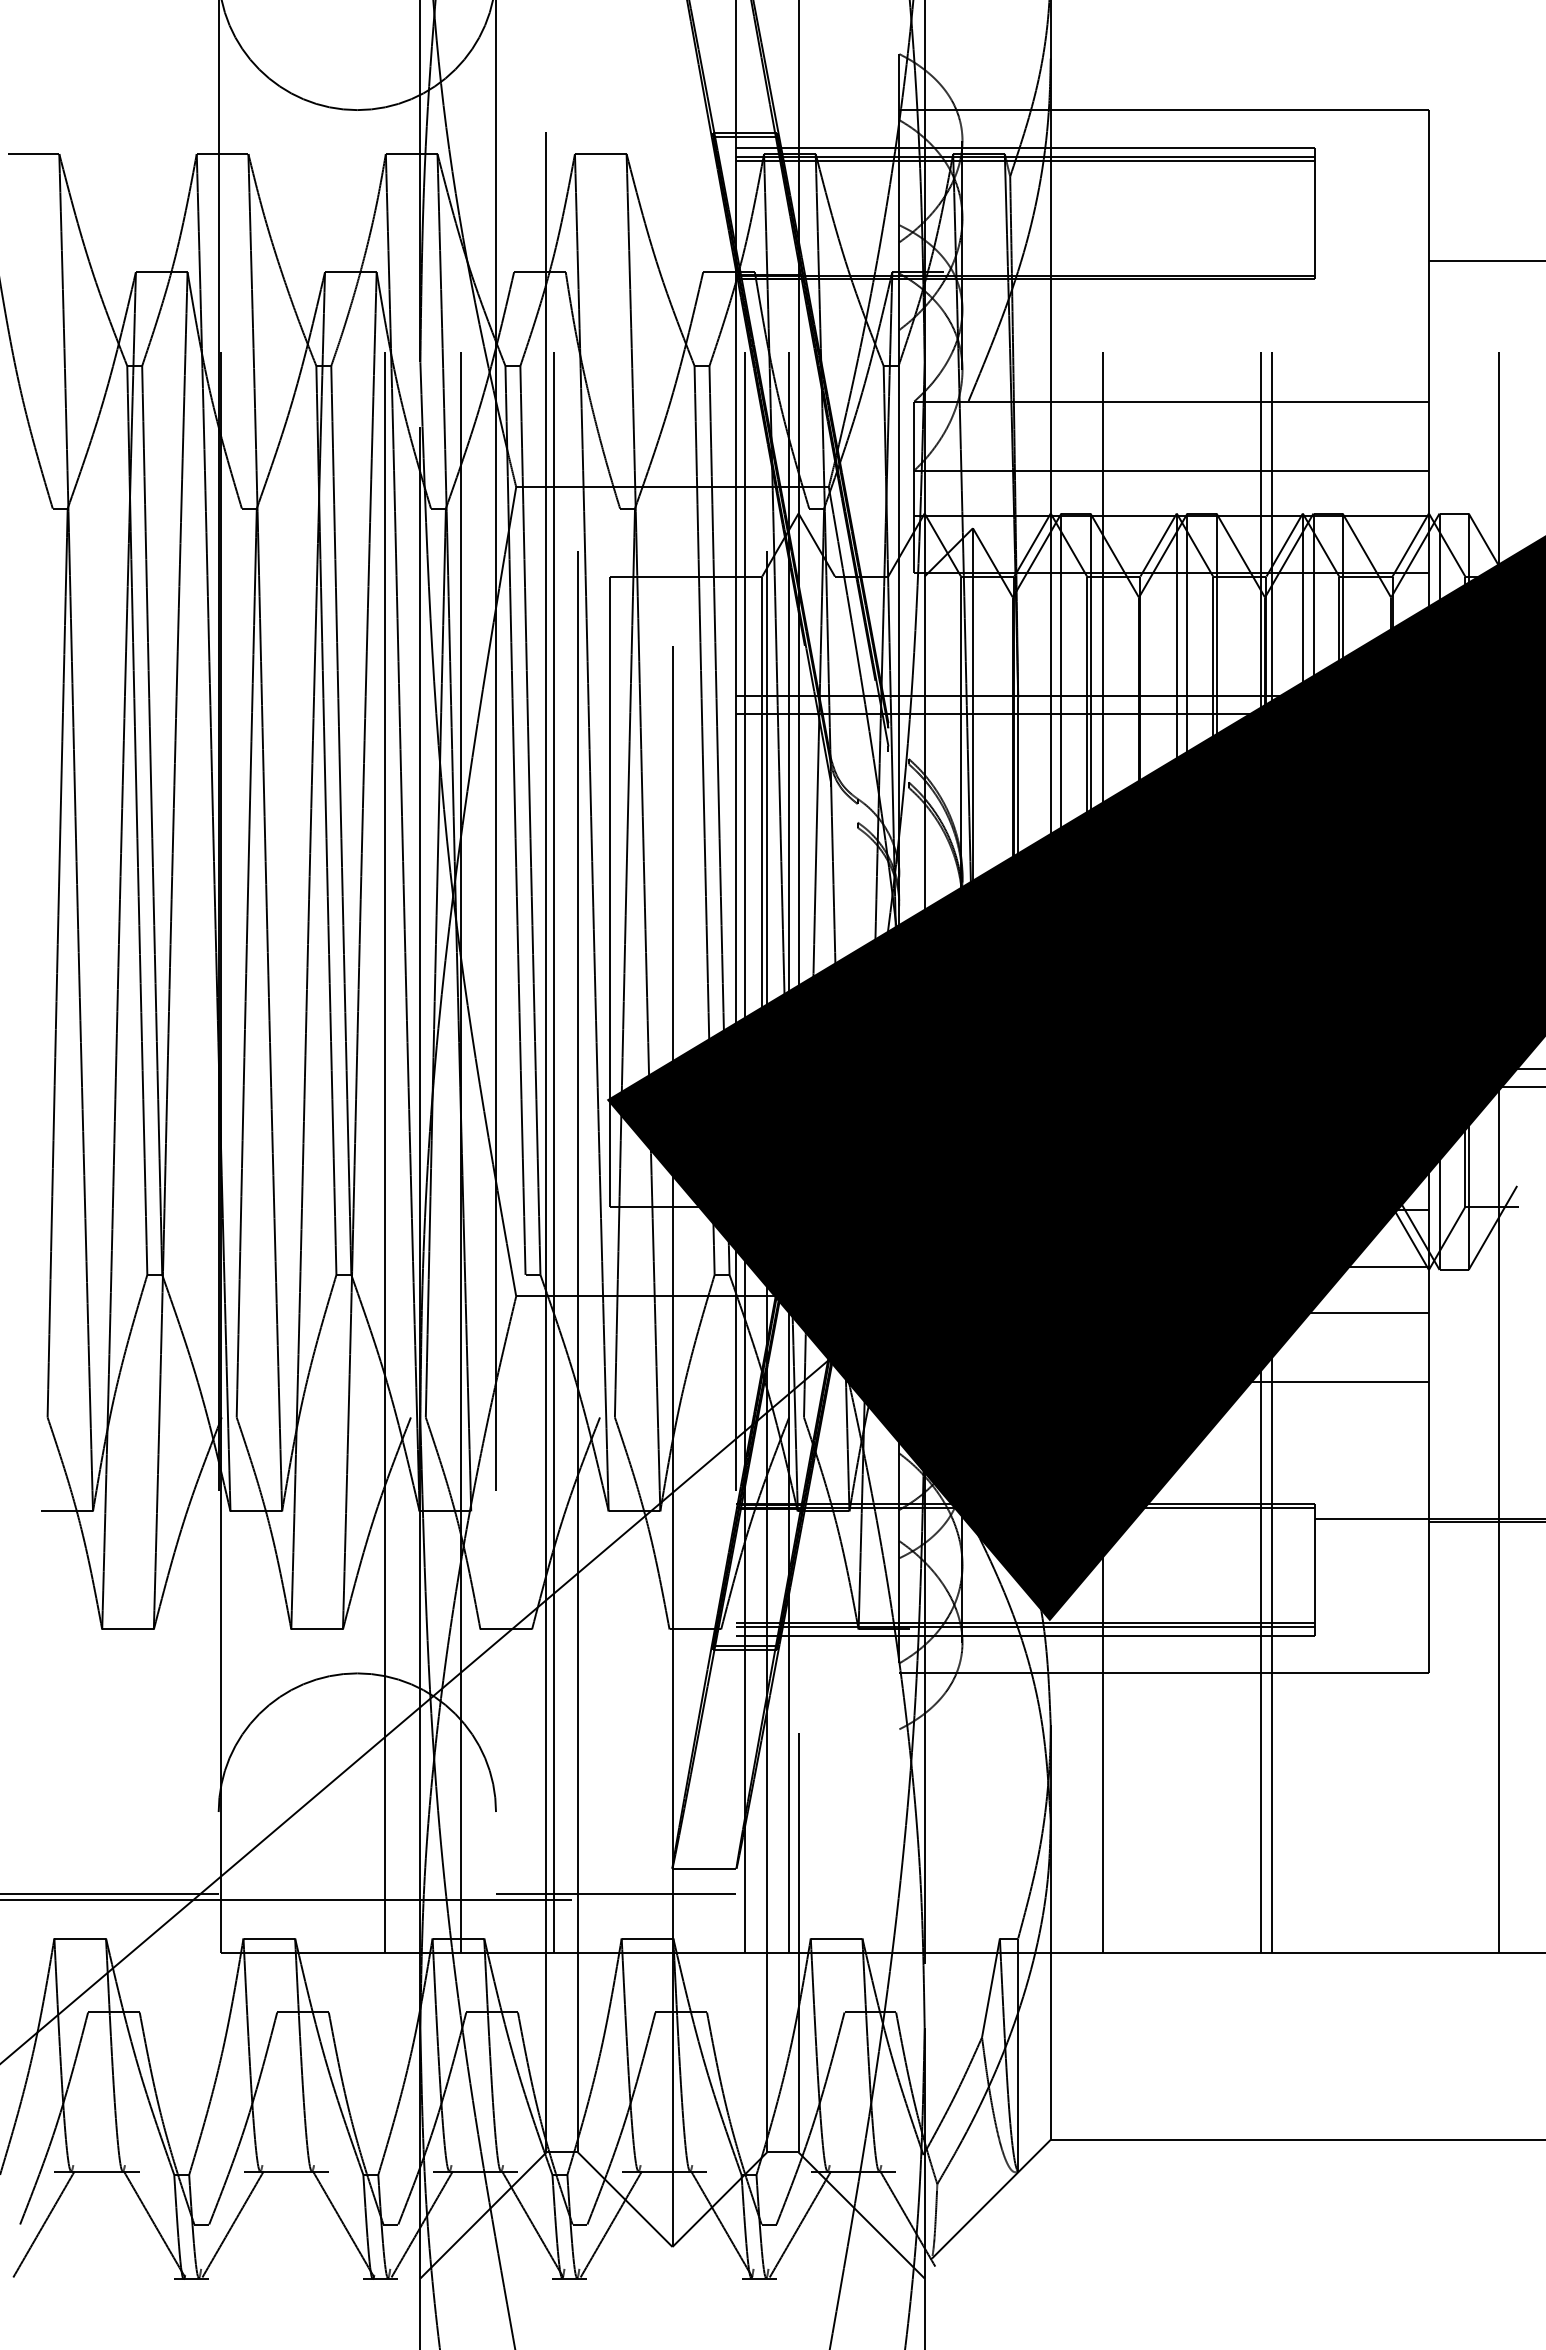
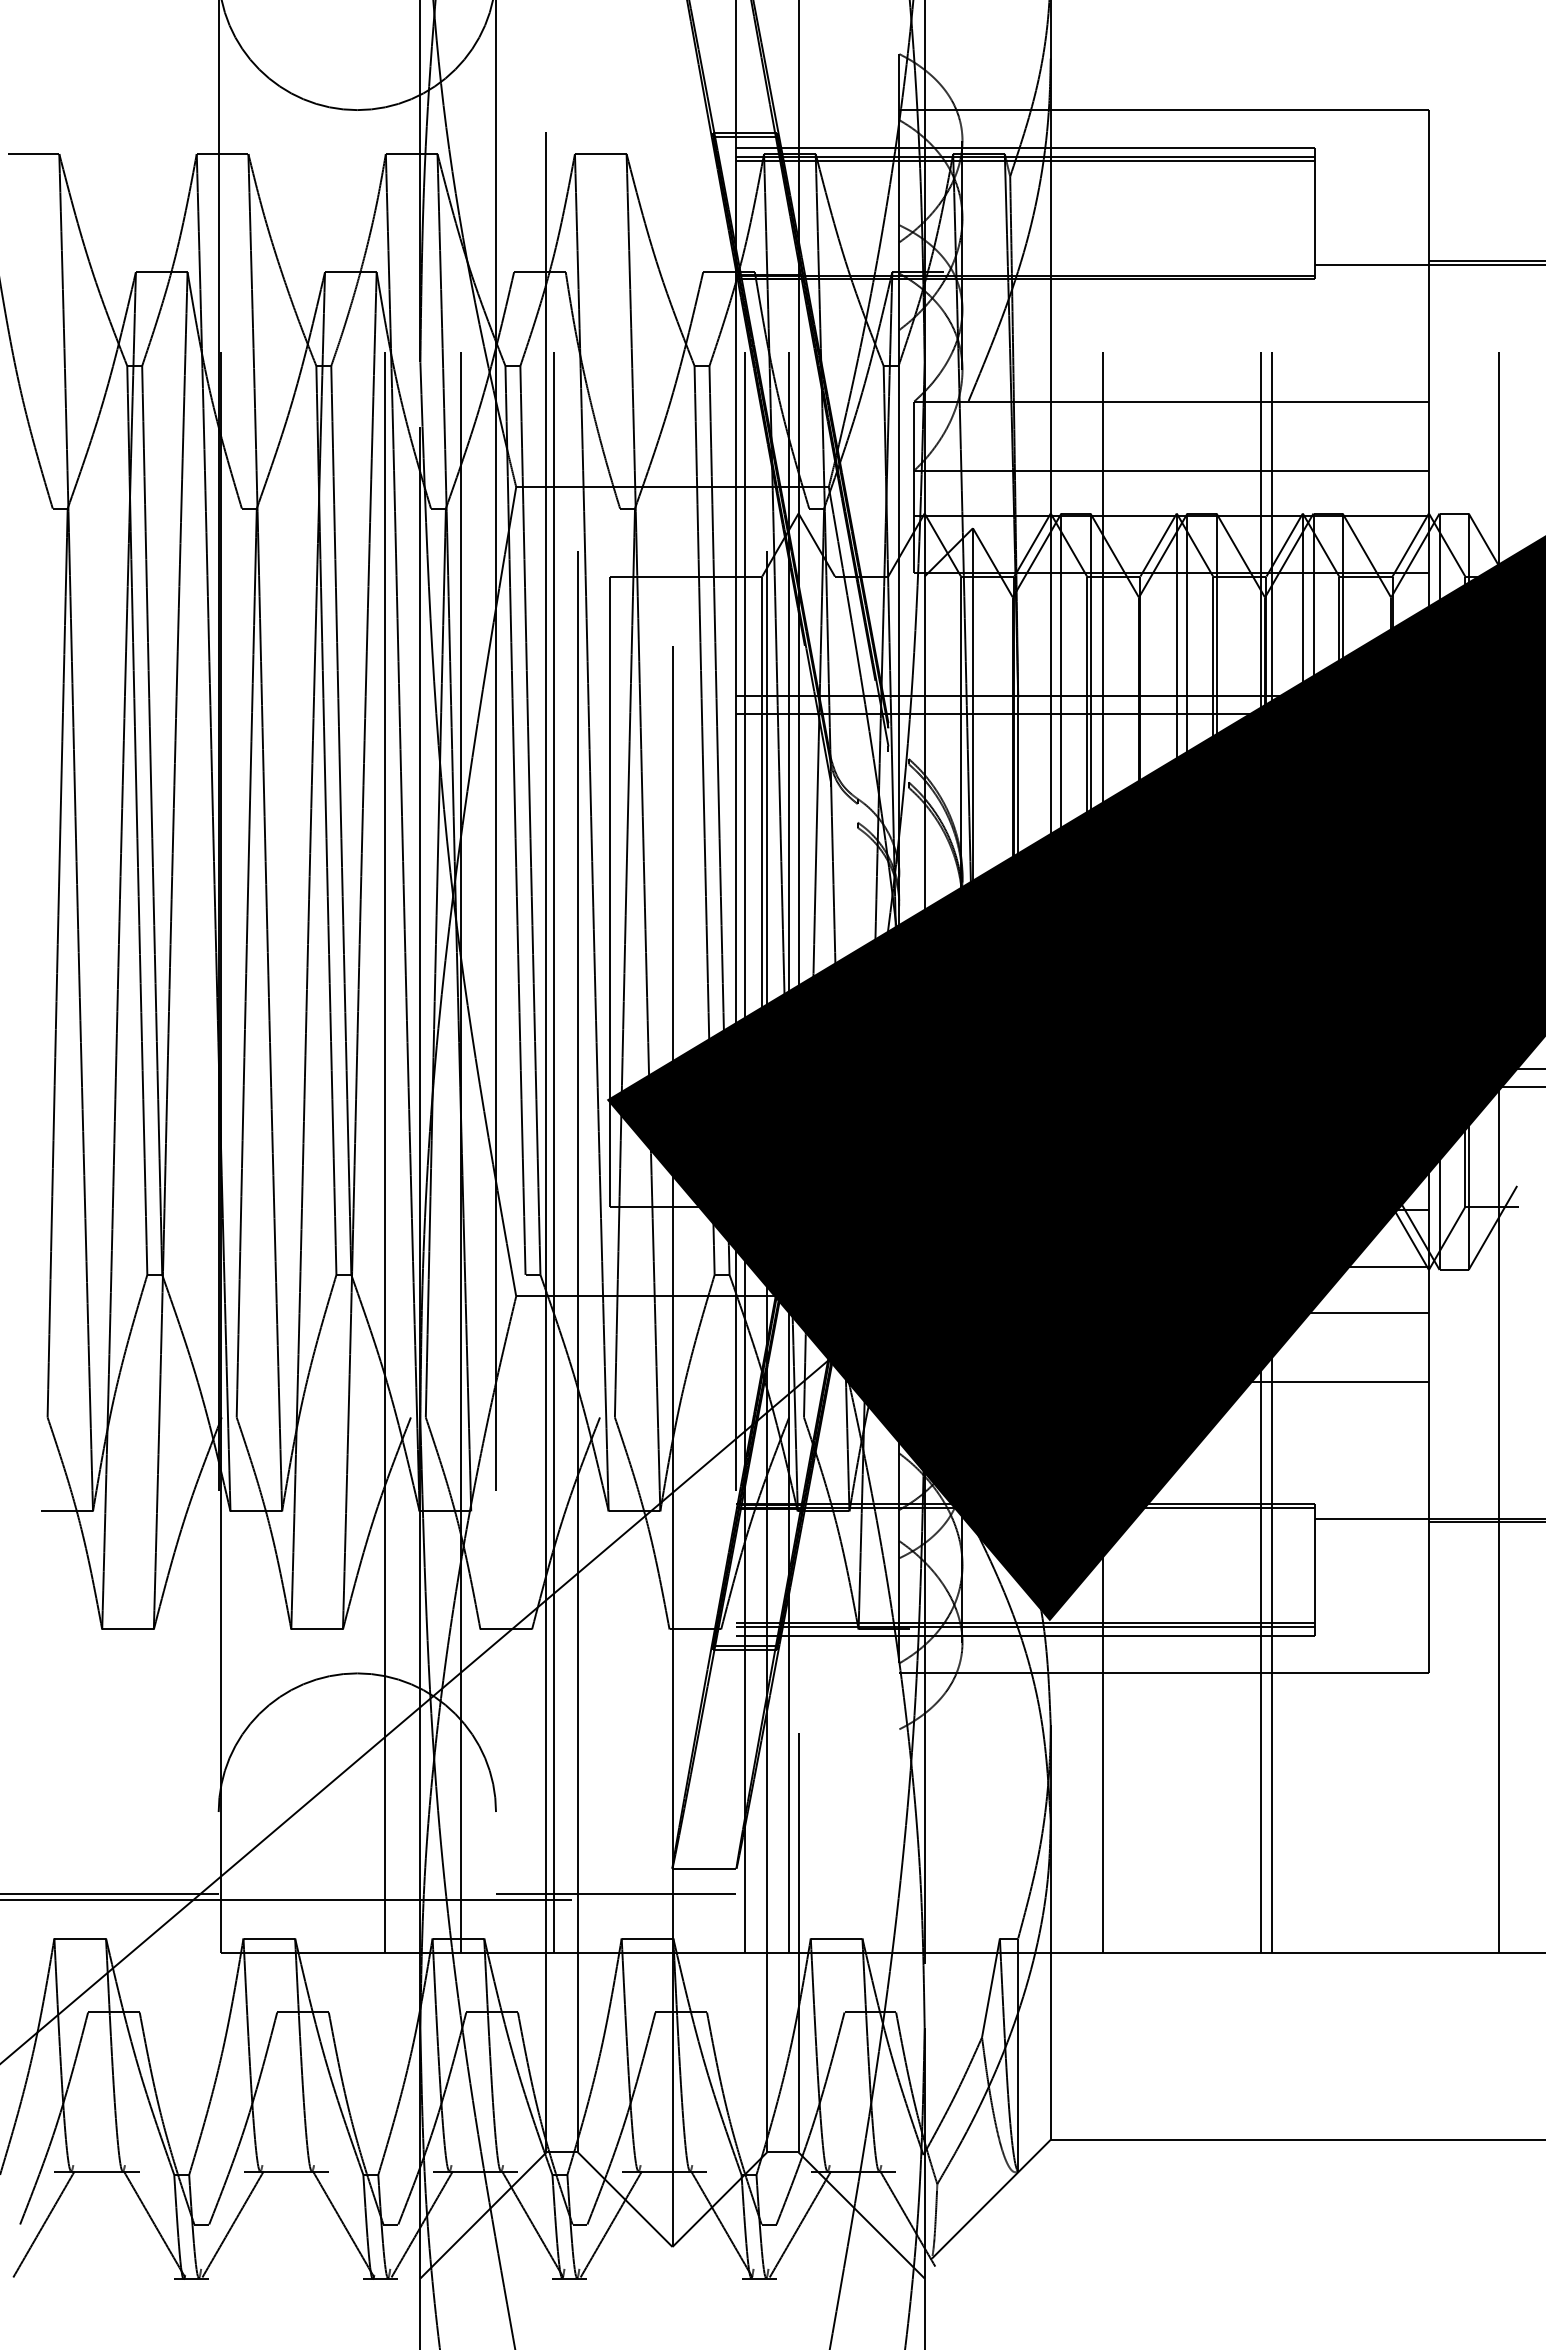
line at (1428, 264): none -> present
